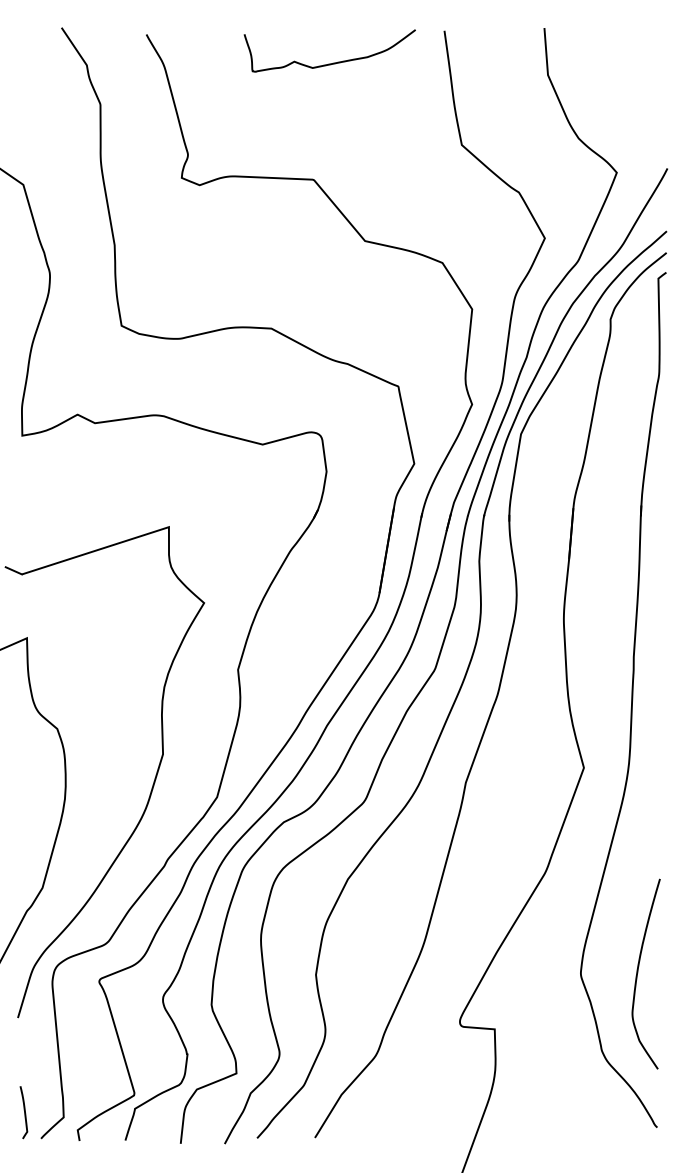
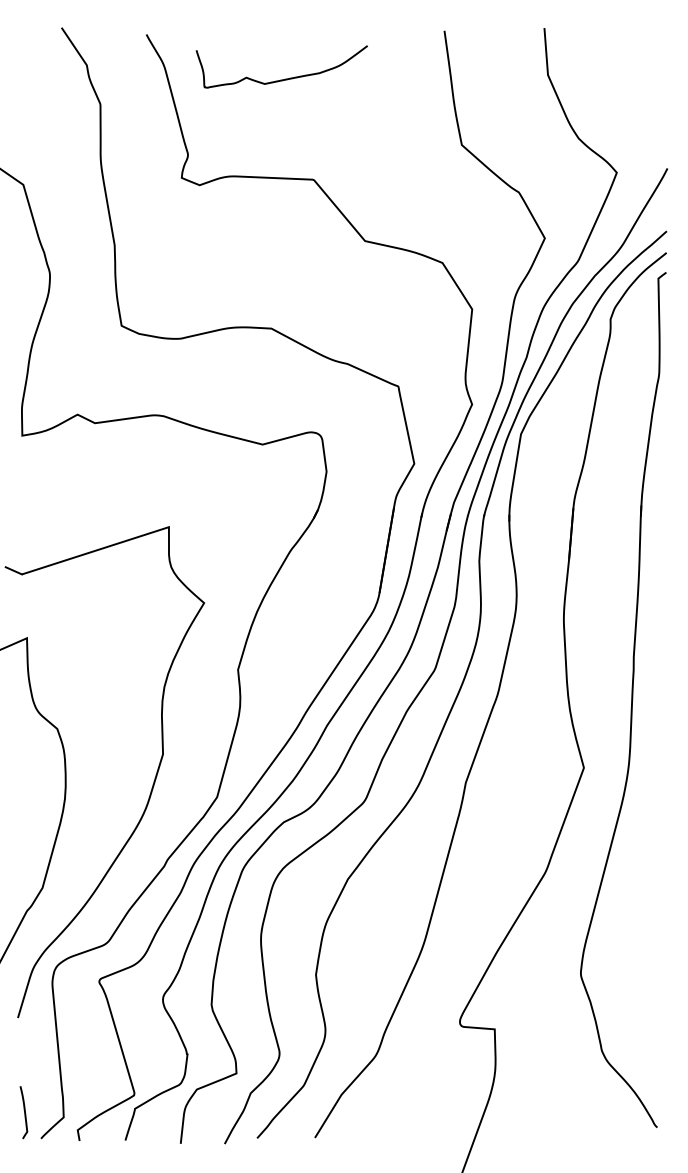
curve at (333, 62) position: (333, 62) -> (285, 78)
curve at (638, 973): present -> none
